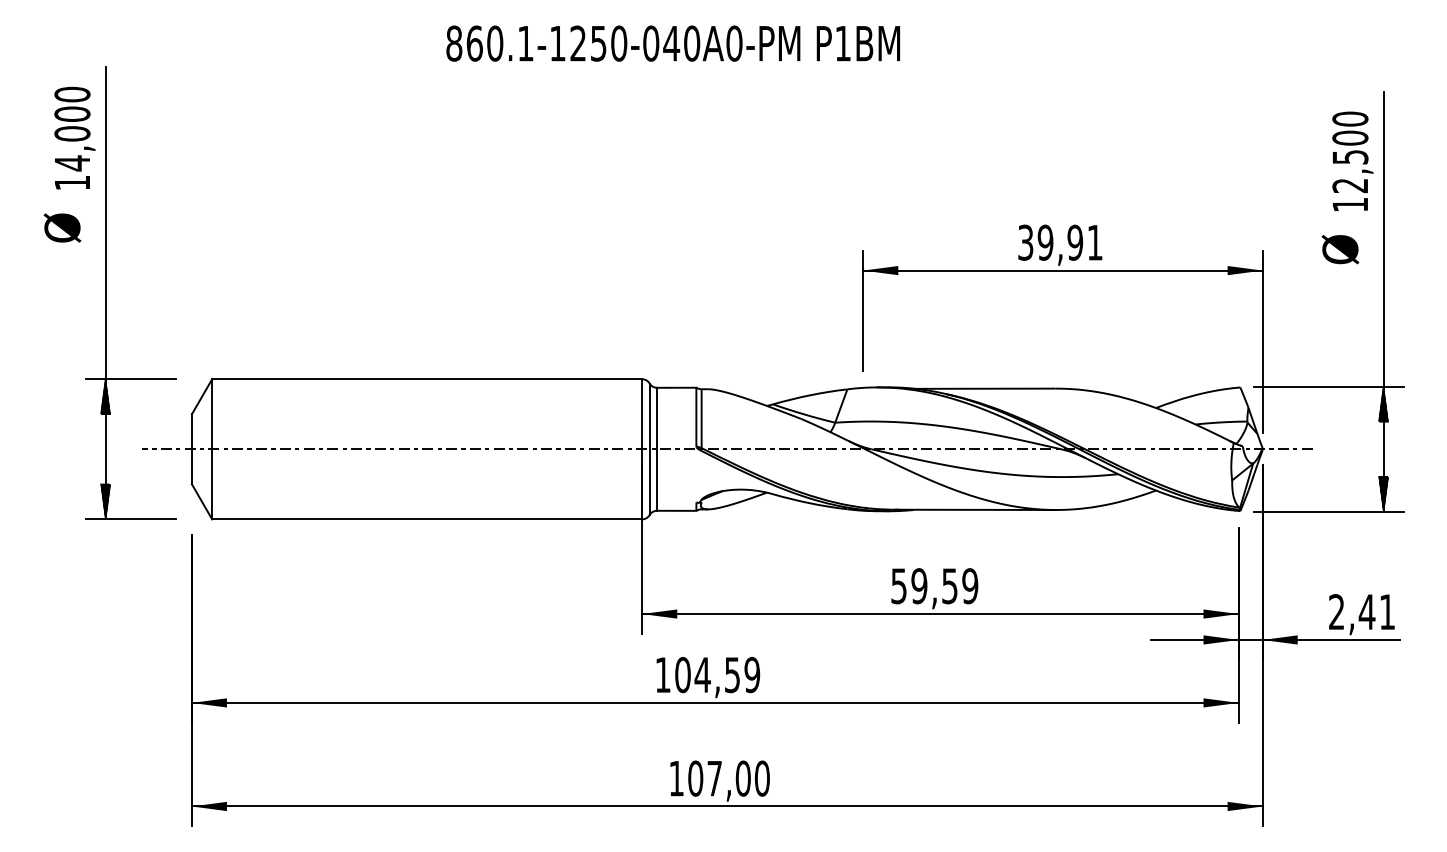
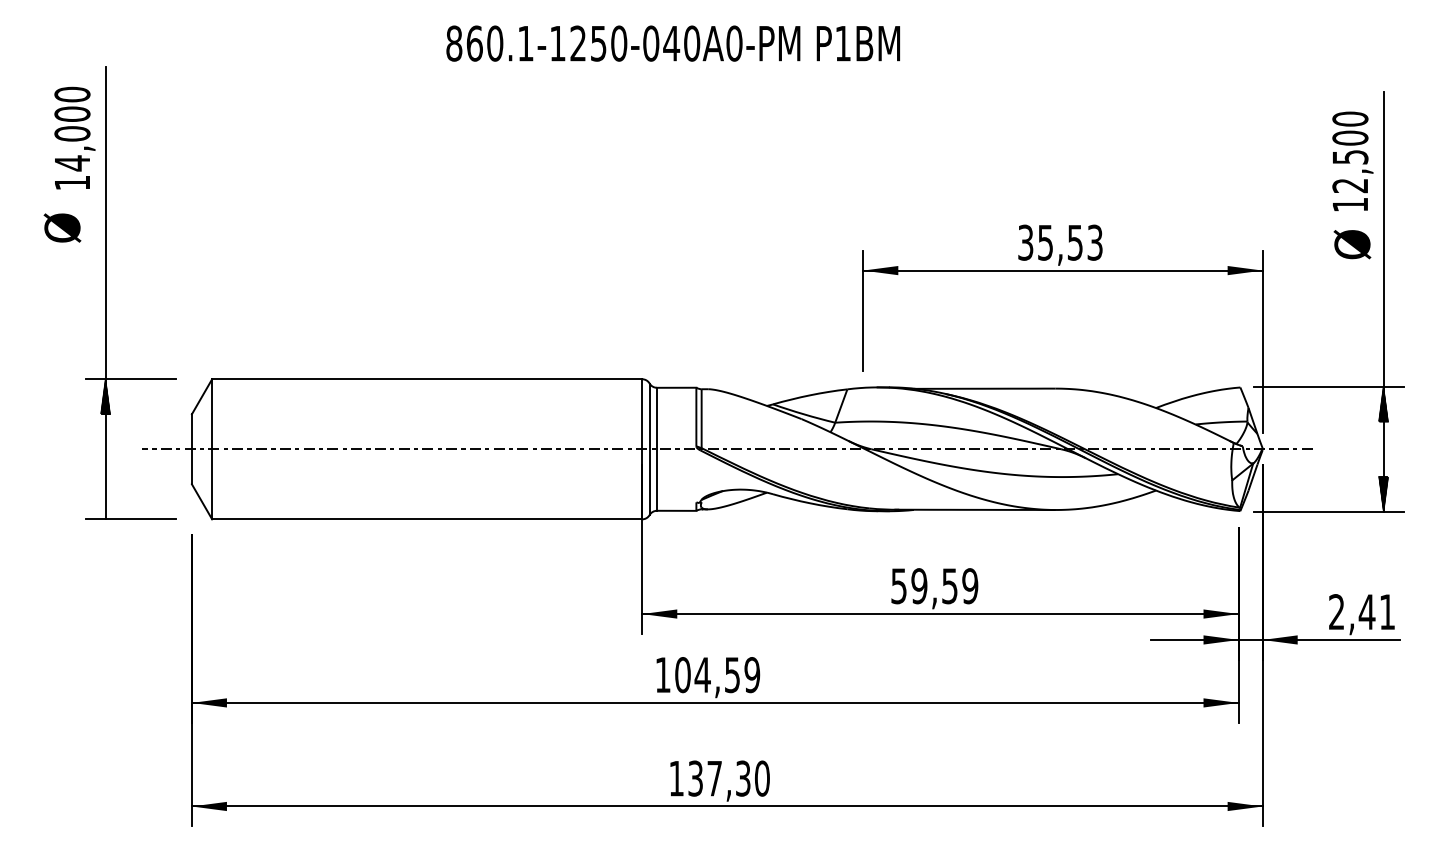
text at (1069, 242): 39,91 -> 35,53
text at (1340, 249) position: (1340, 249) -> (1352, 244)
hatch at (105, 501): present -> none
text at (719, 778): 107,00 -> 137,30
